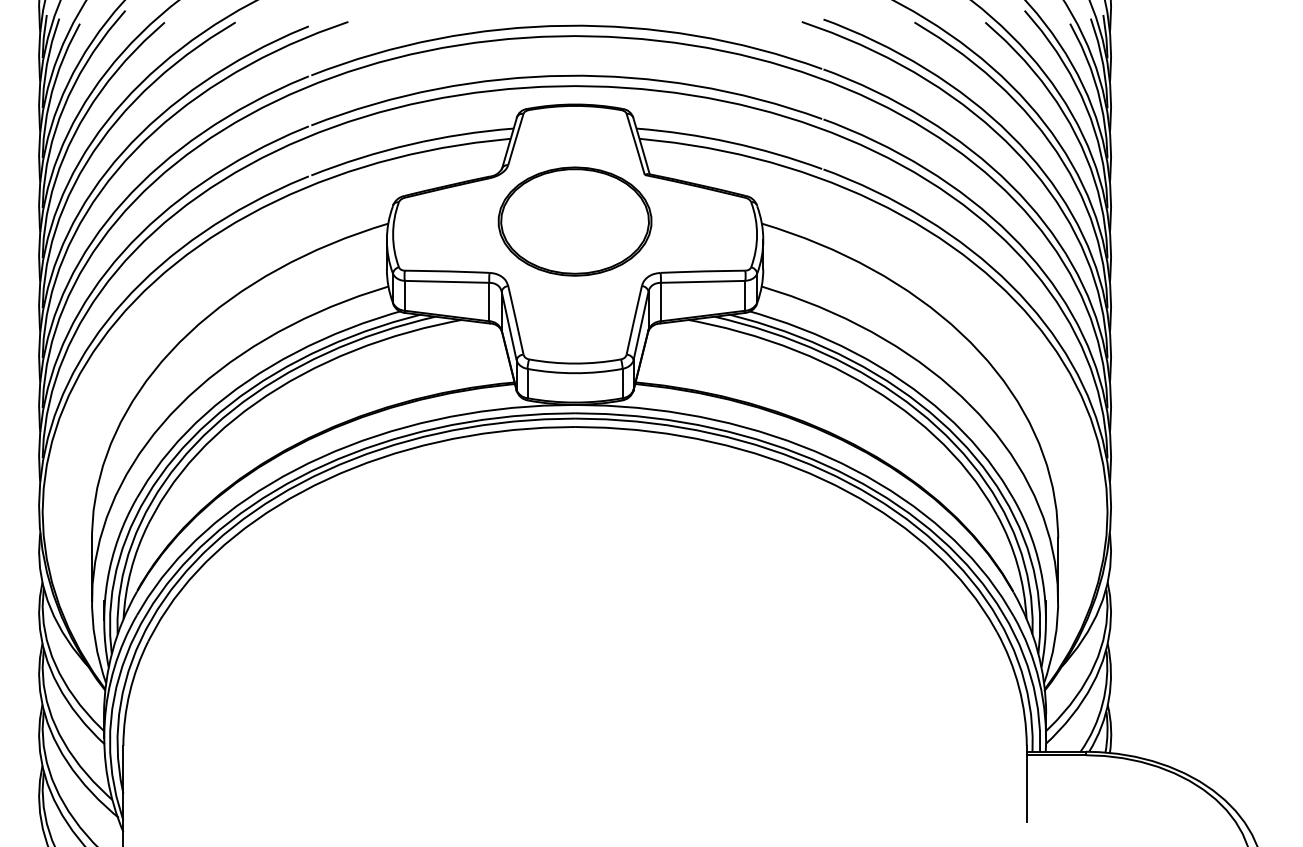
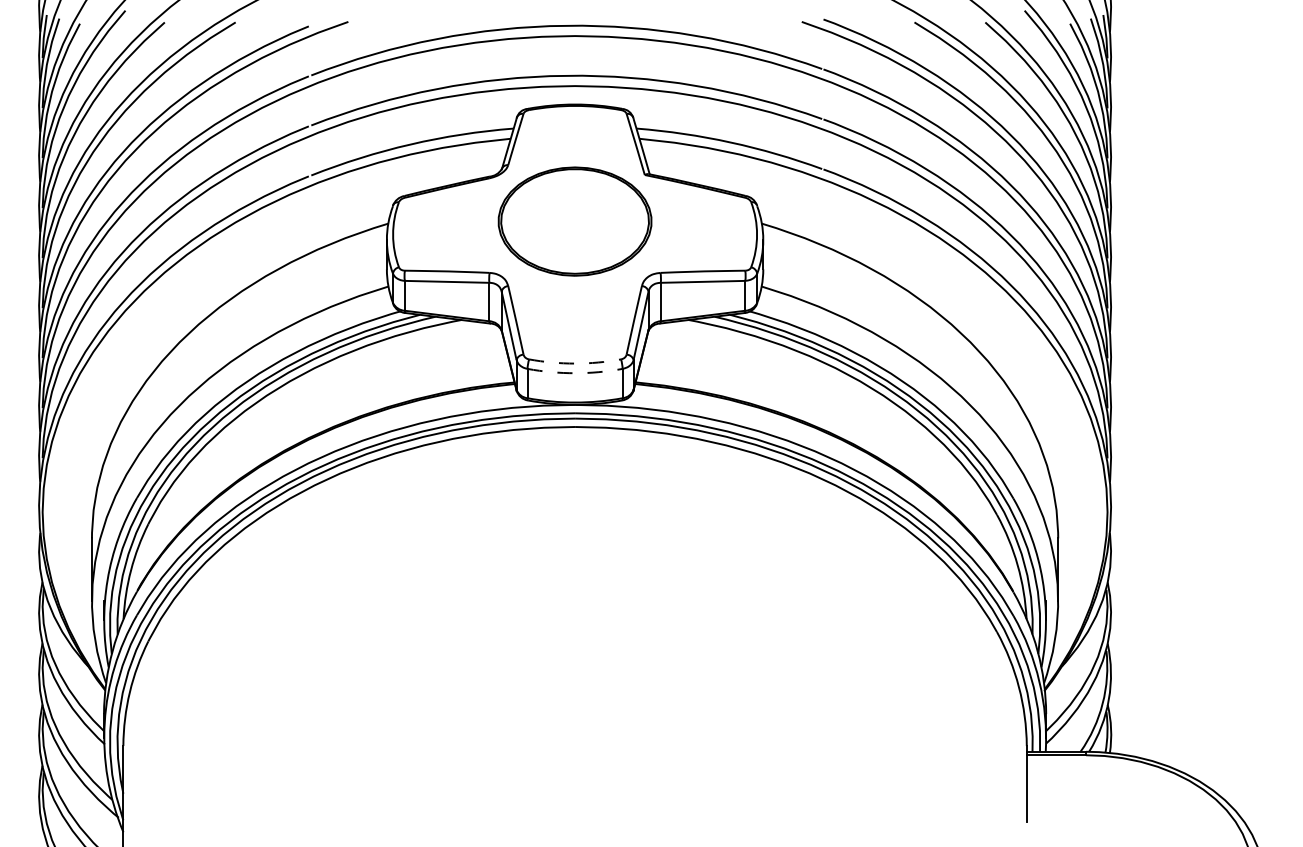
arc at (575, 363): solid -> dashed
arc at (575, 373): solid -> dashed
